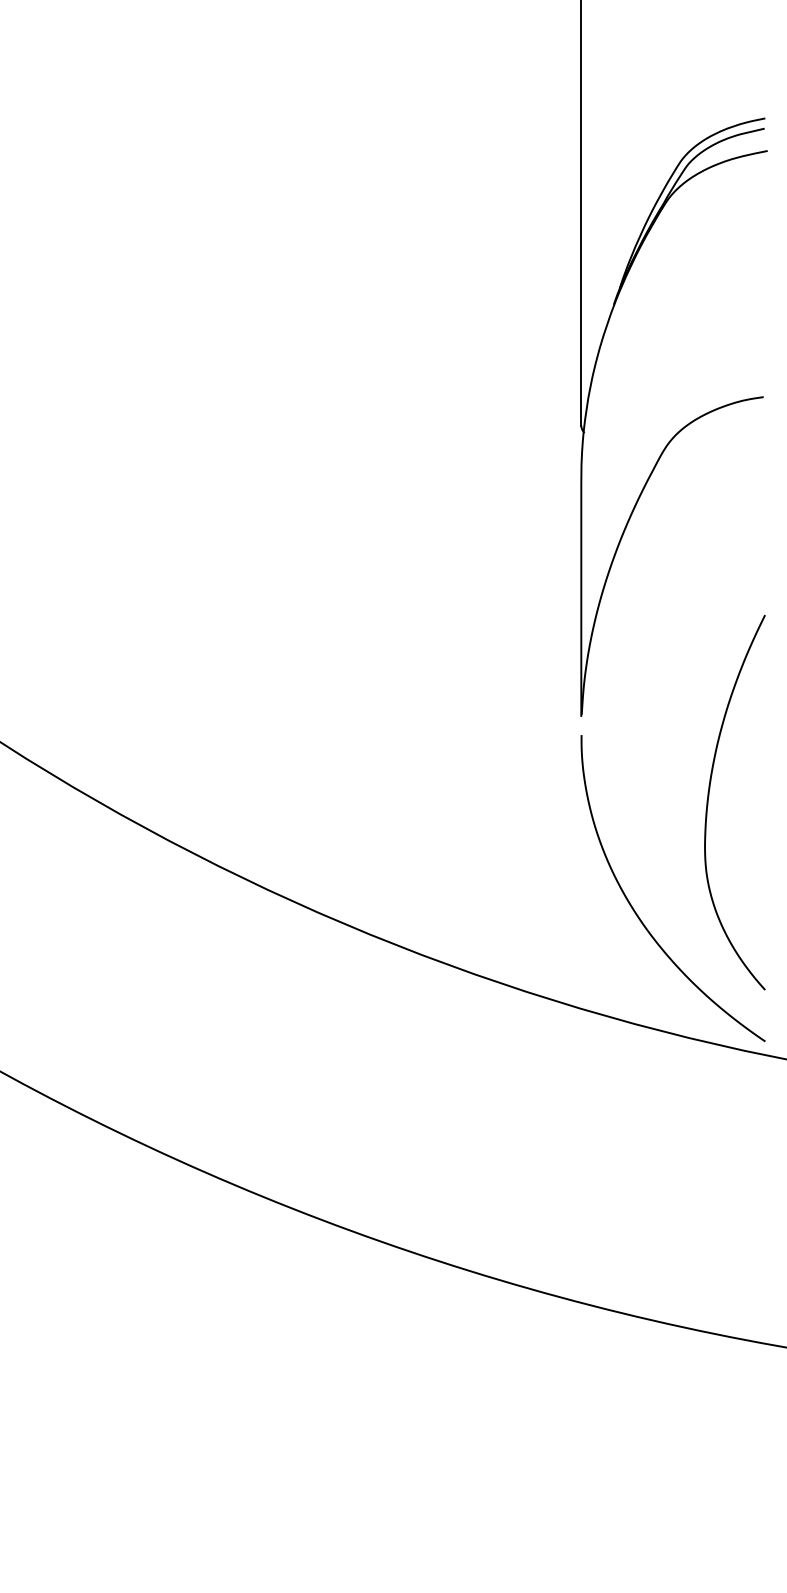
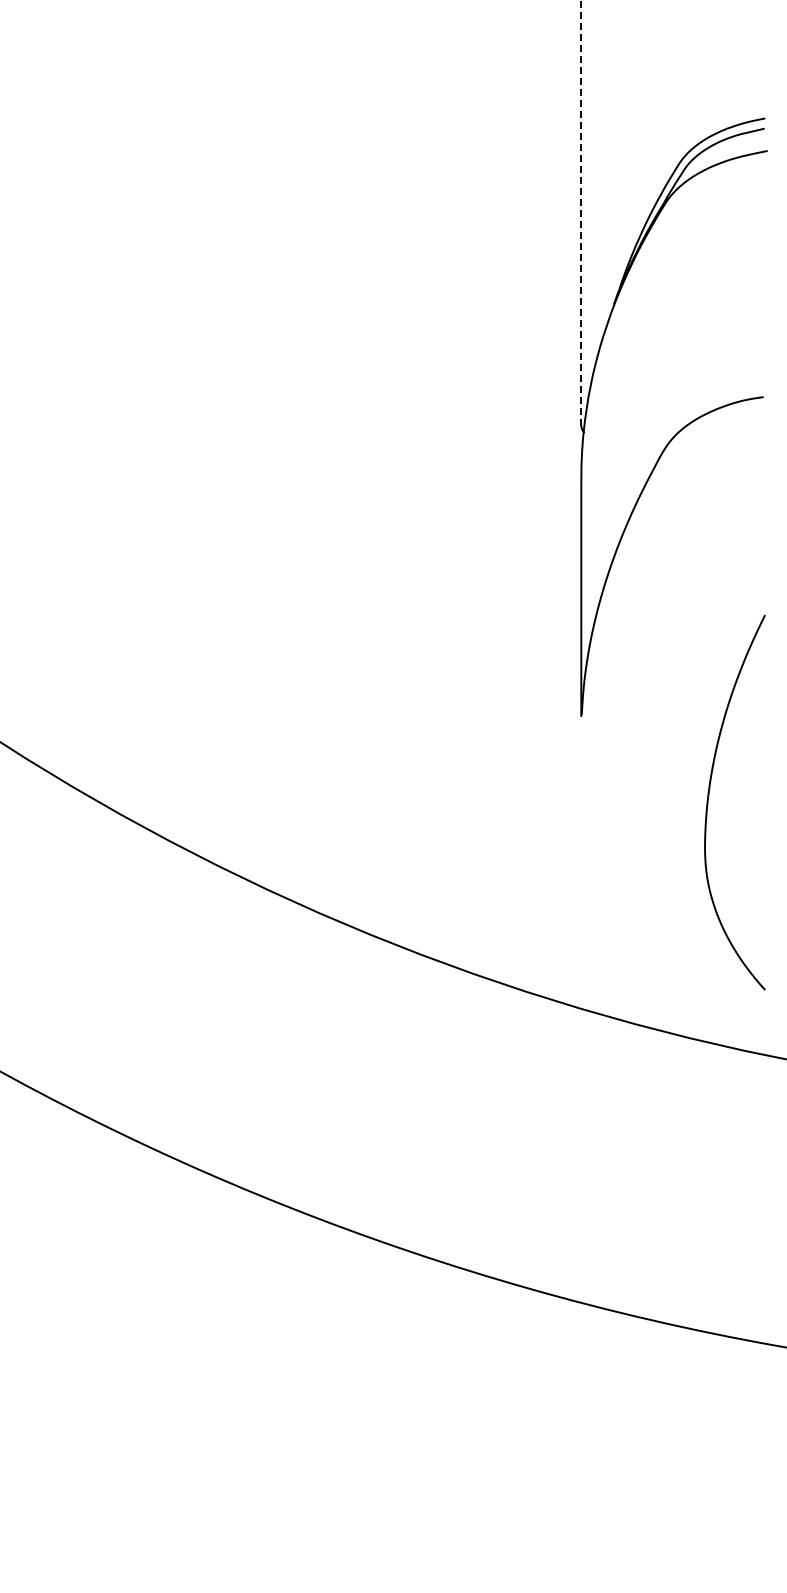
line at (581, 213): solid -> dashed
curve at (637, 913): present -> none
